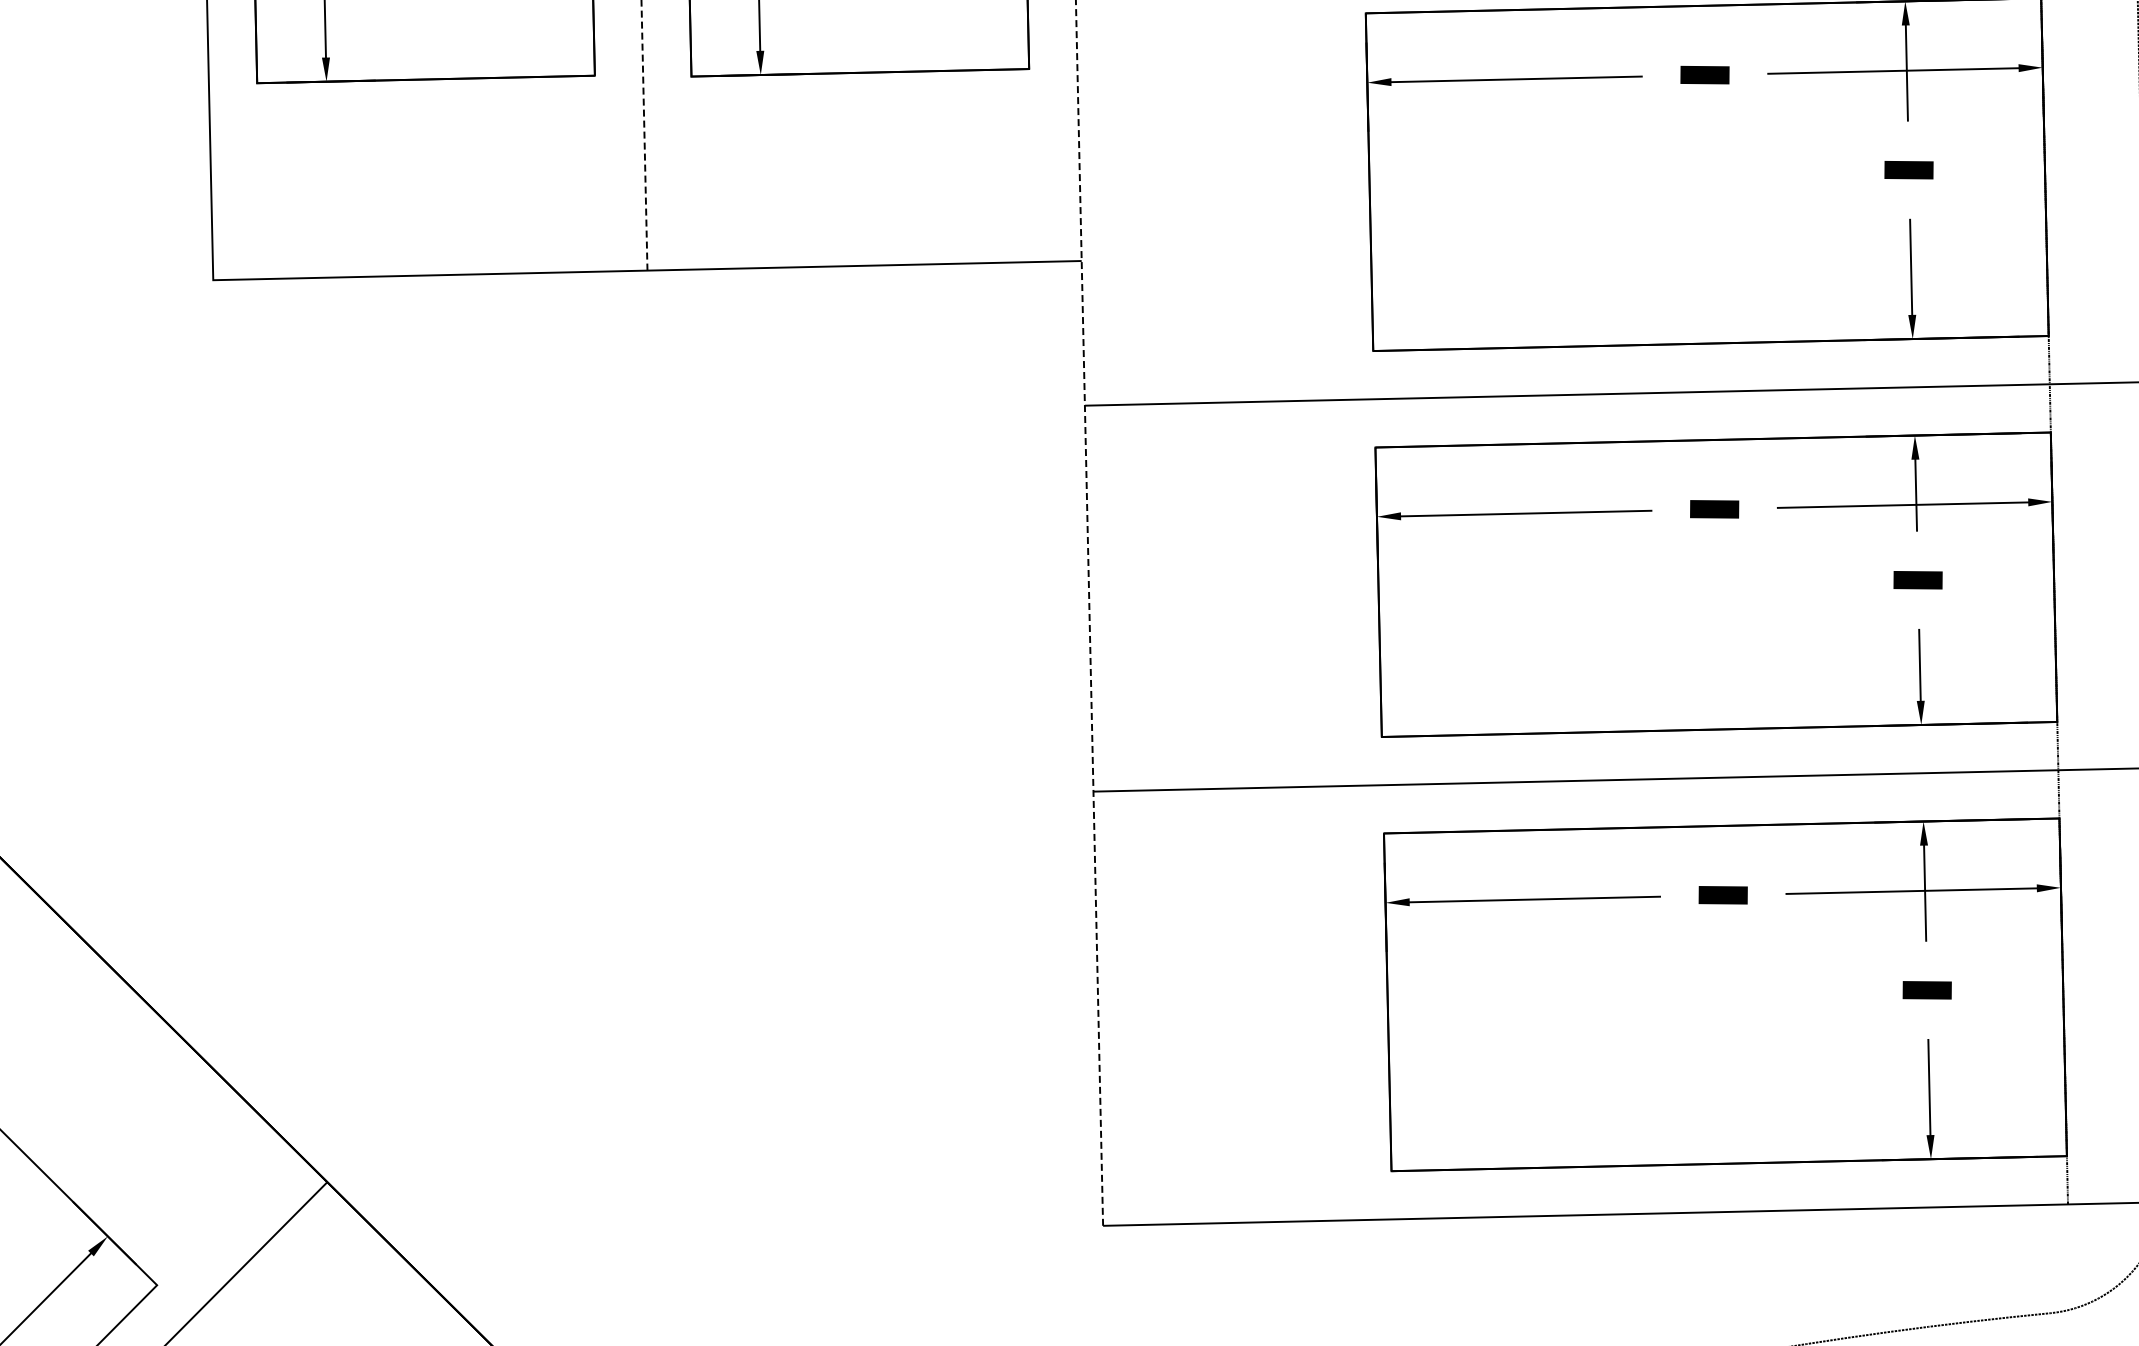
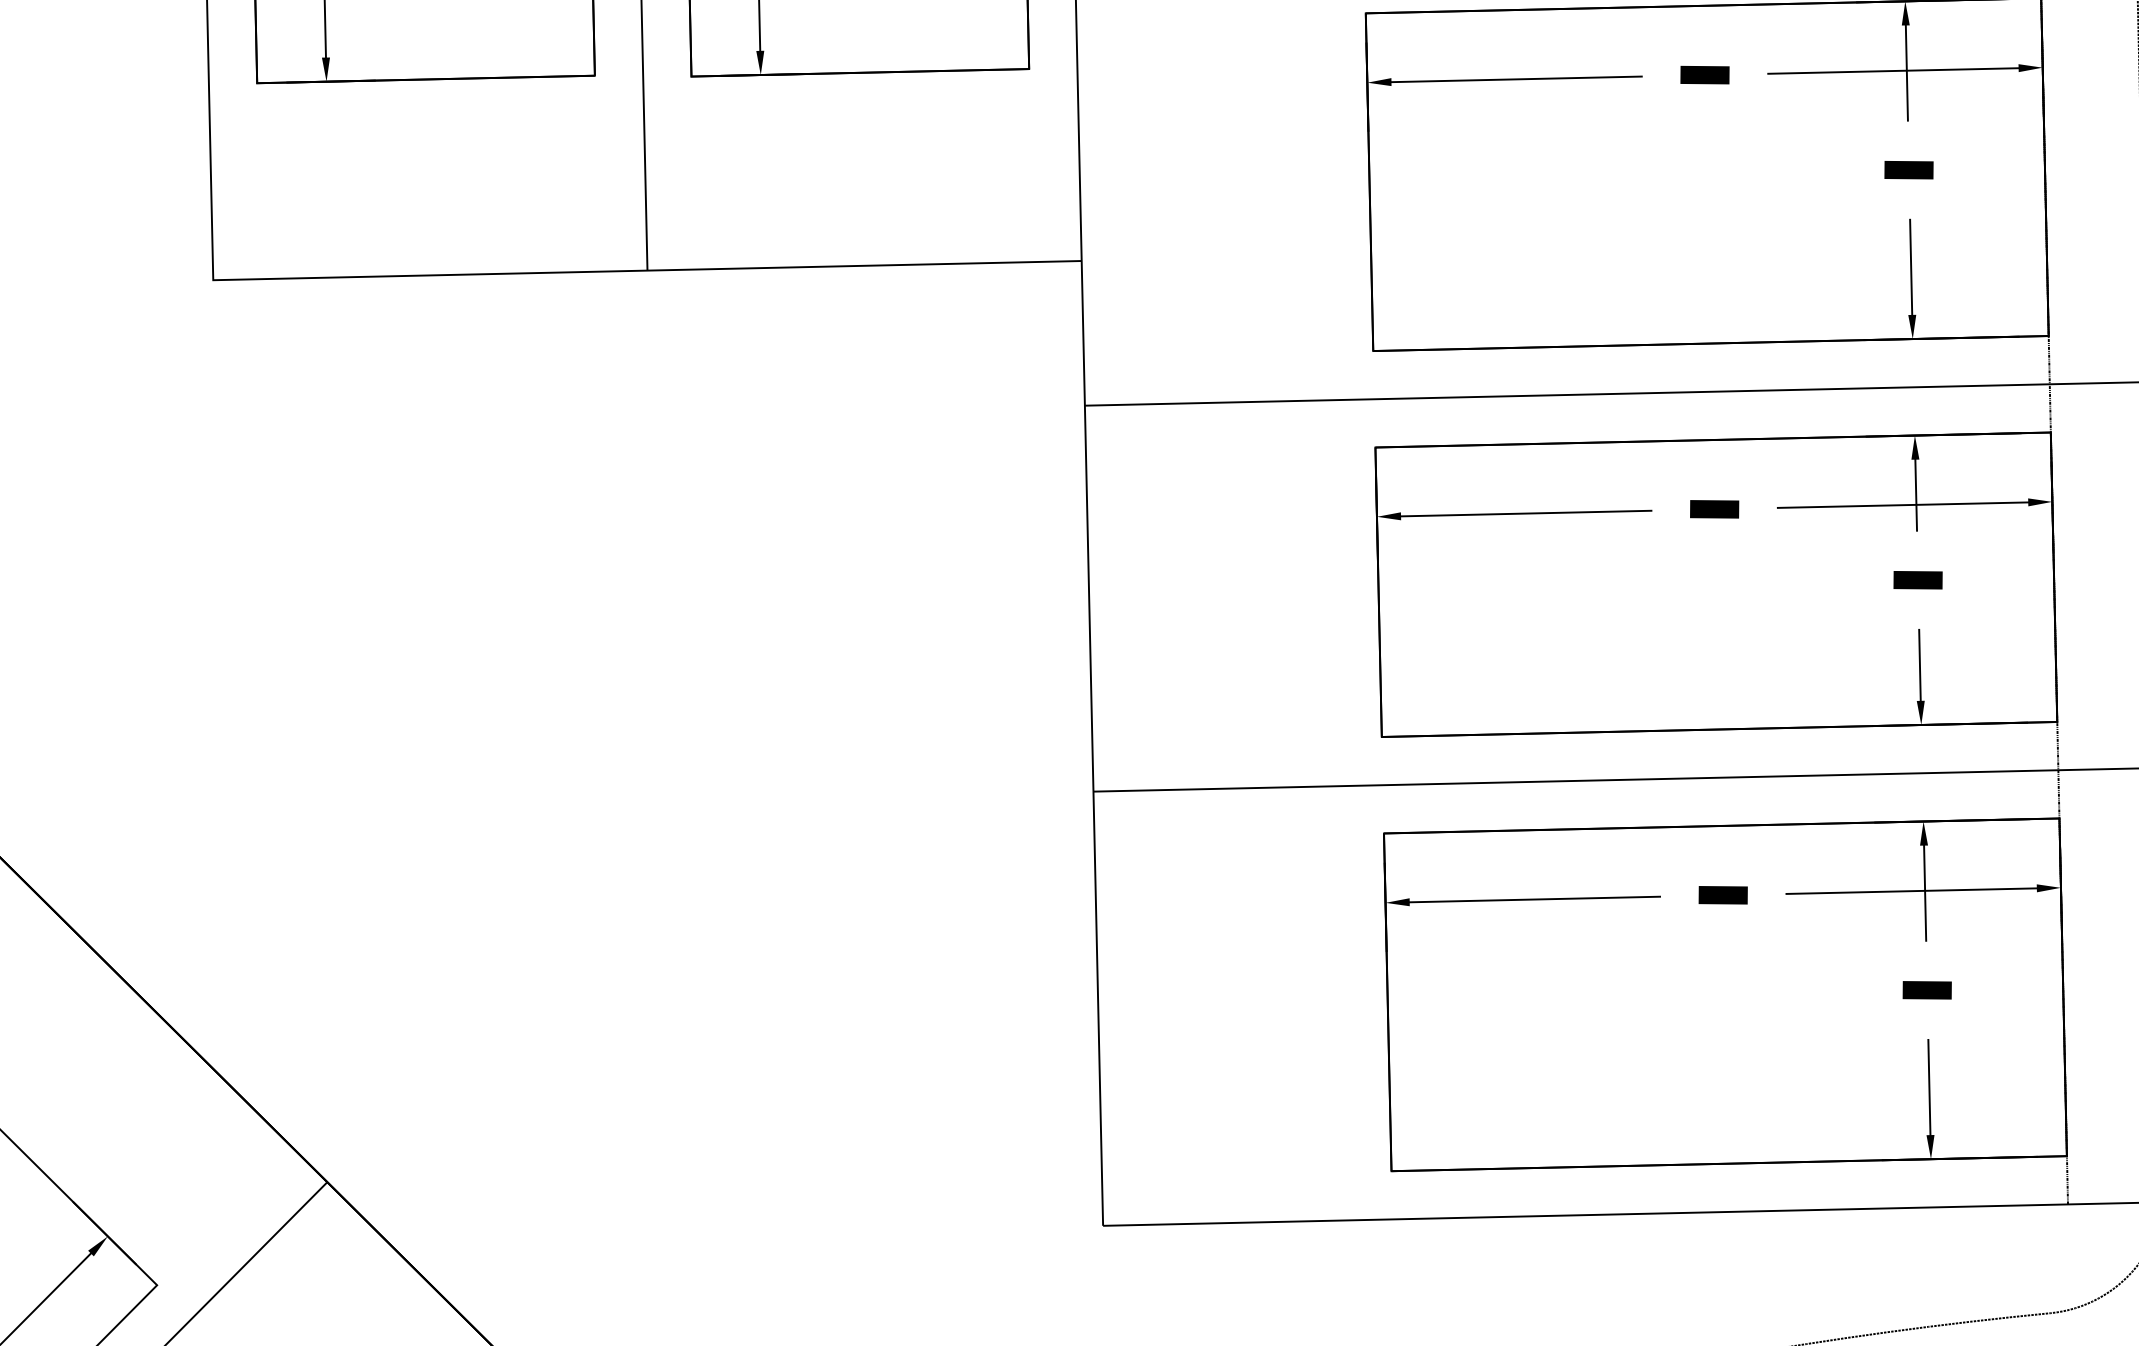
line at (644, 135): dashed -> solid
line at (1089, 613): dashed -> solid
